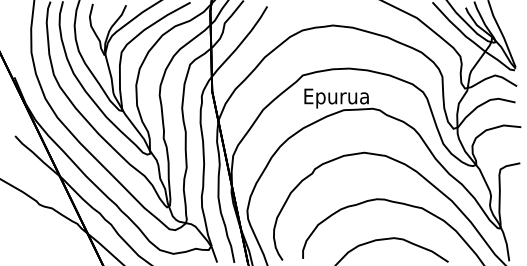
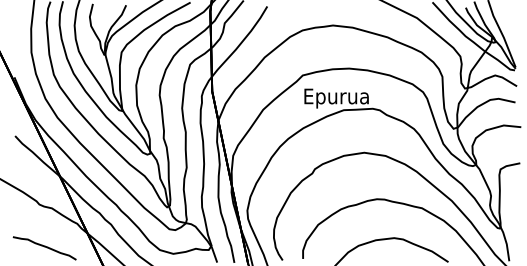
curve at (44, 247): none -> present
